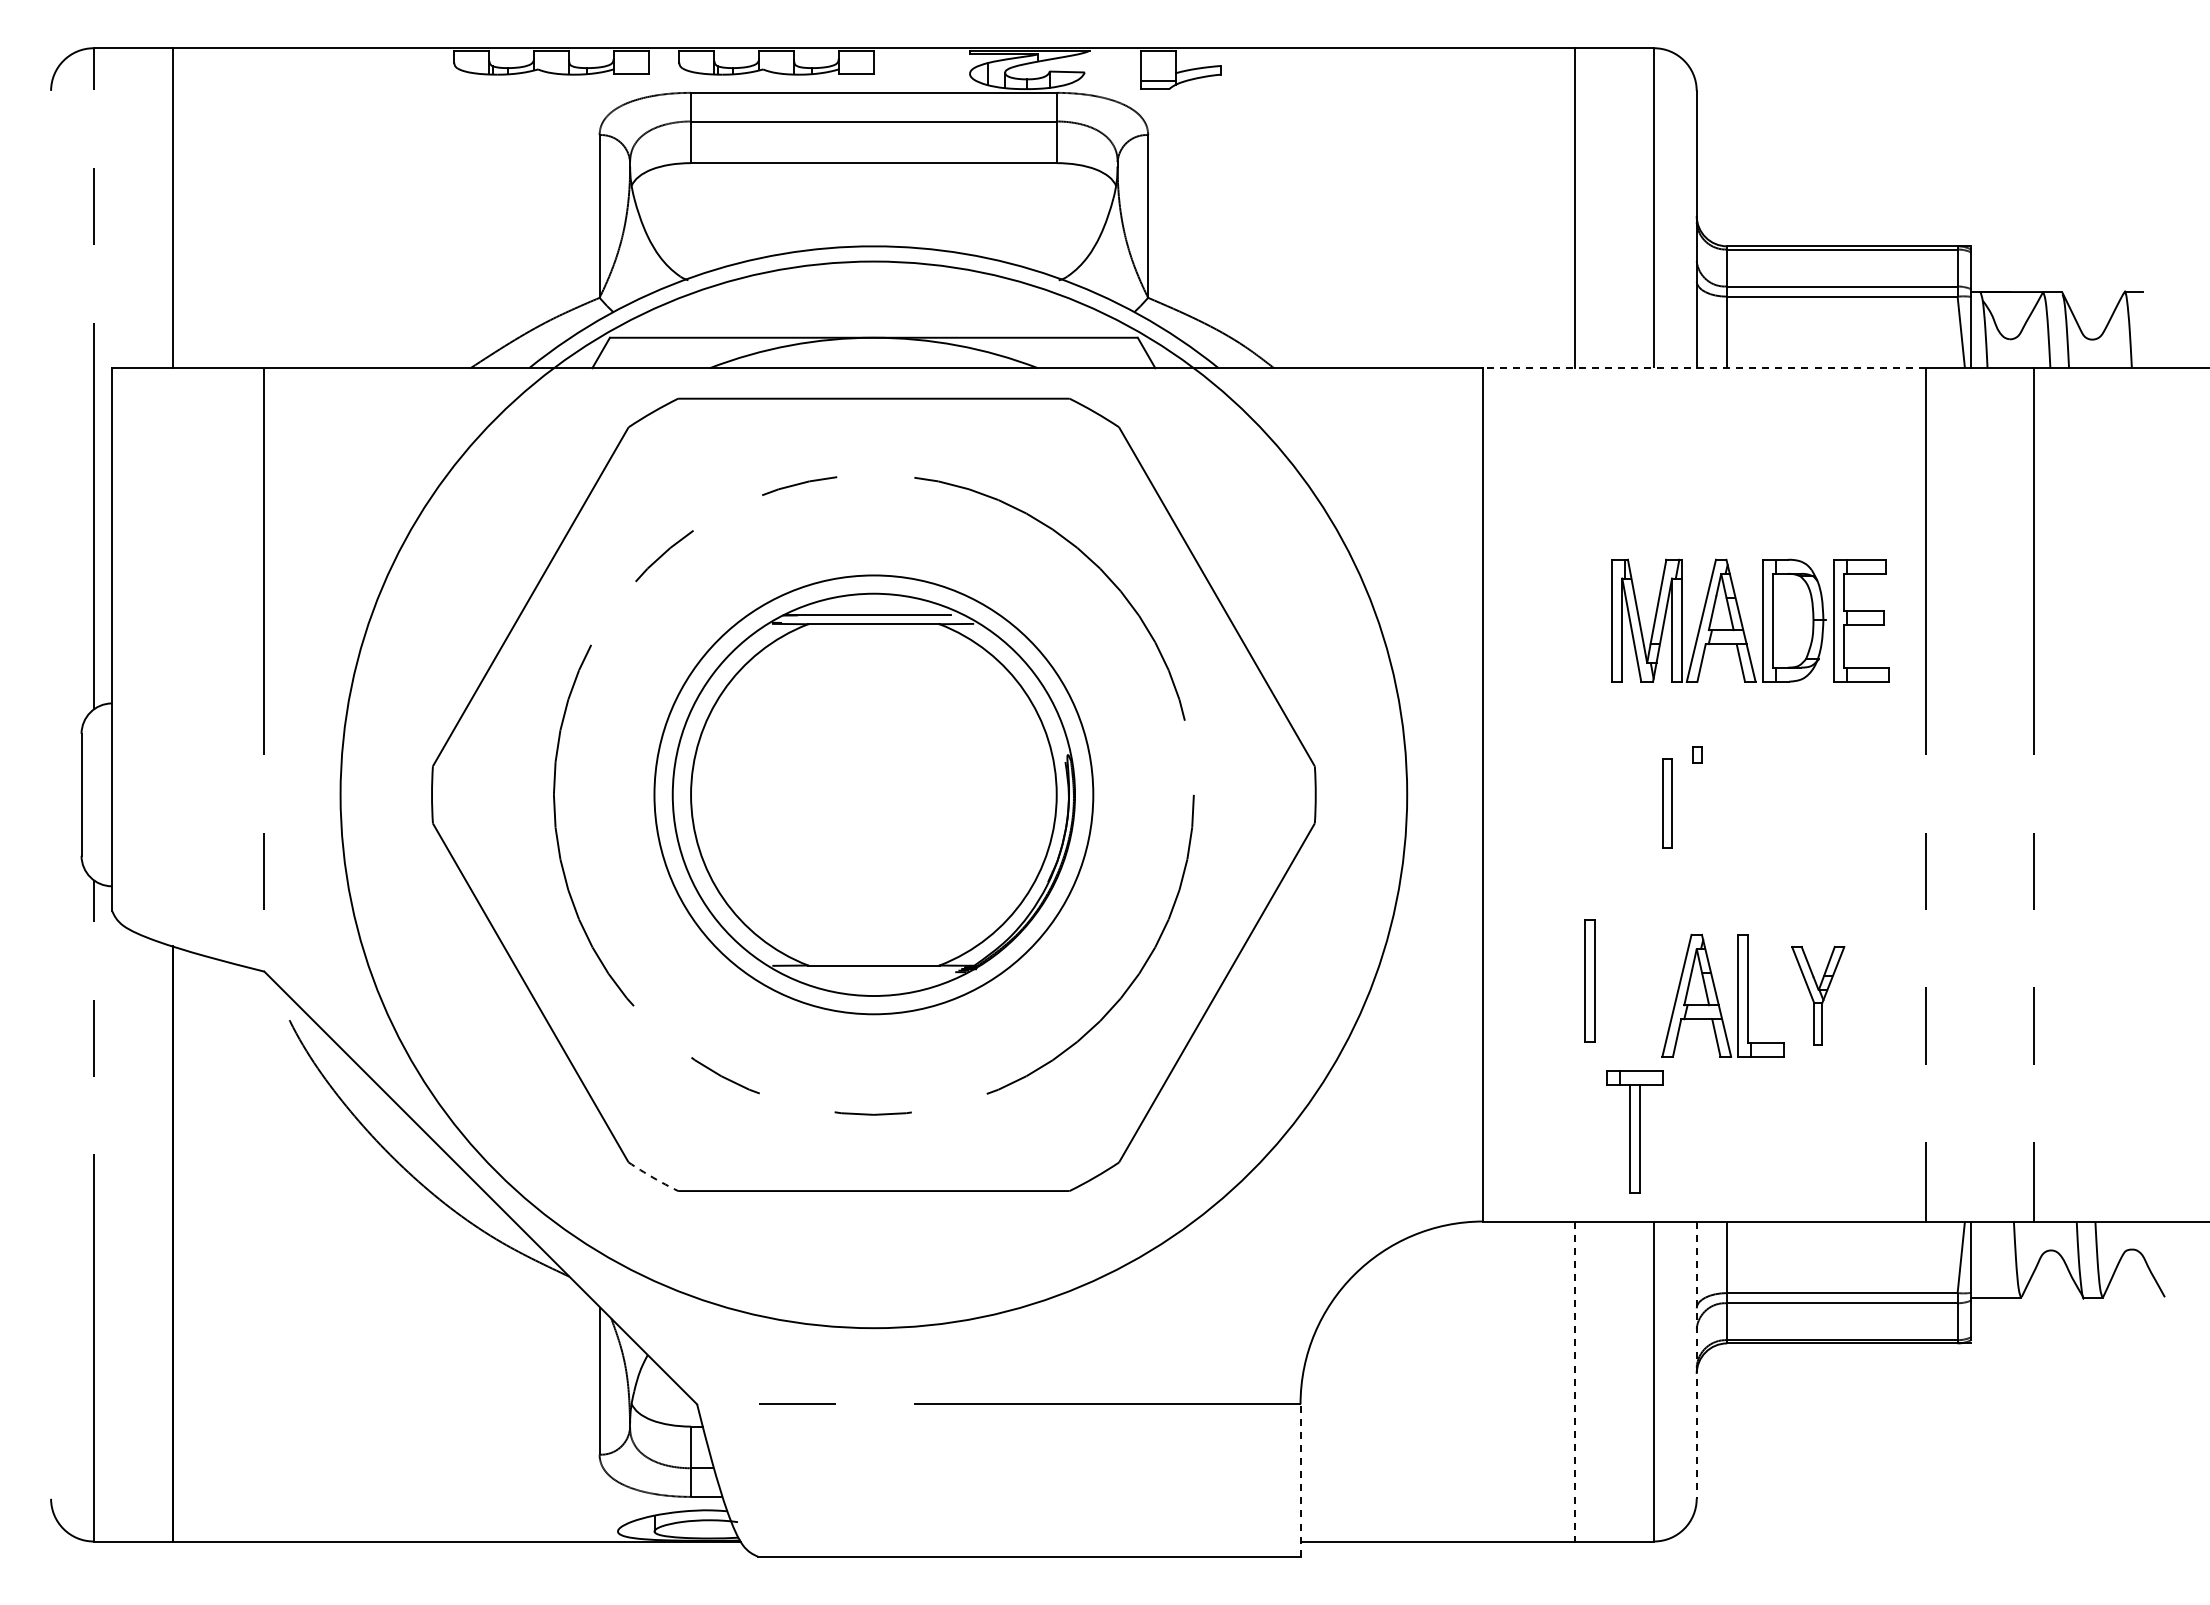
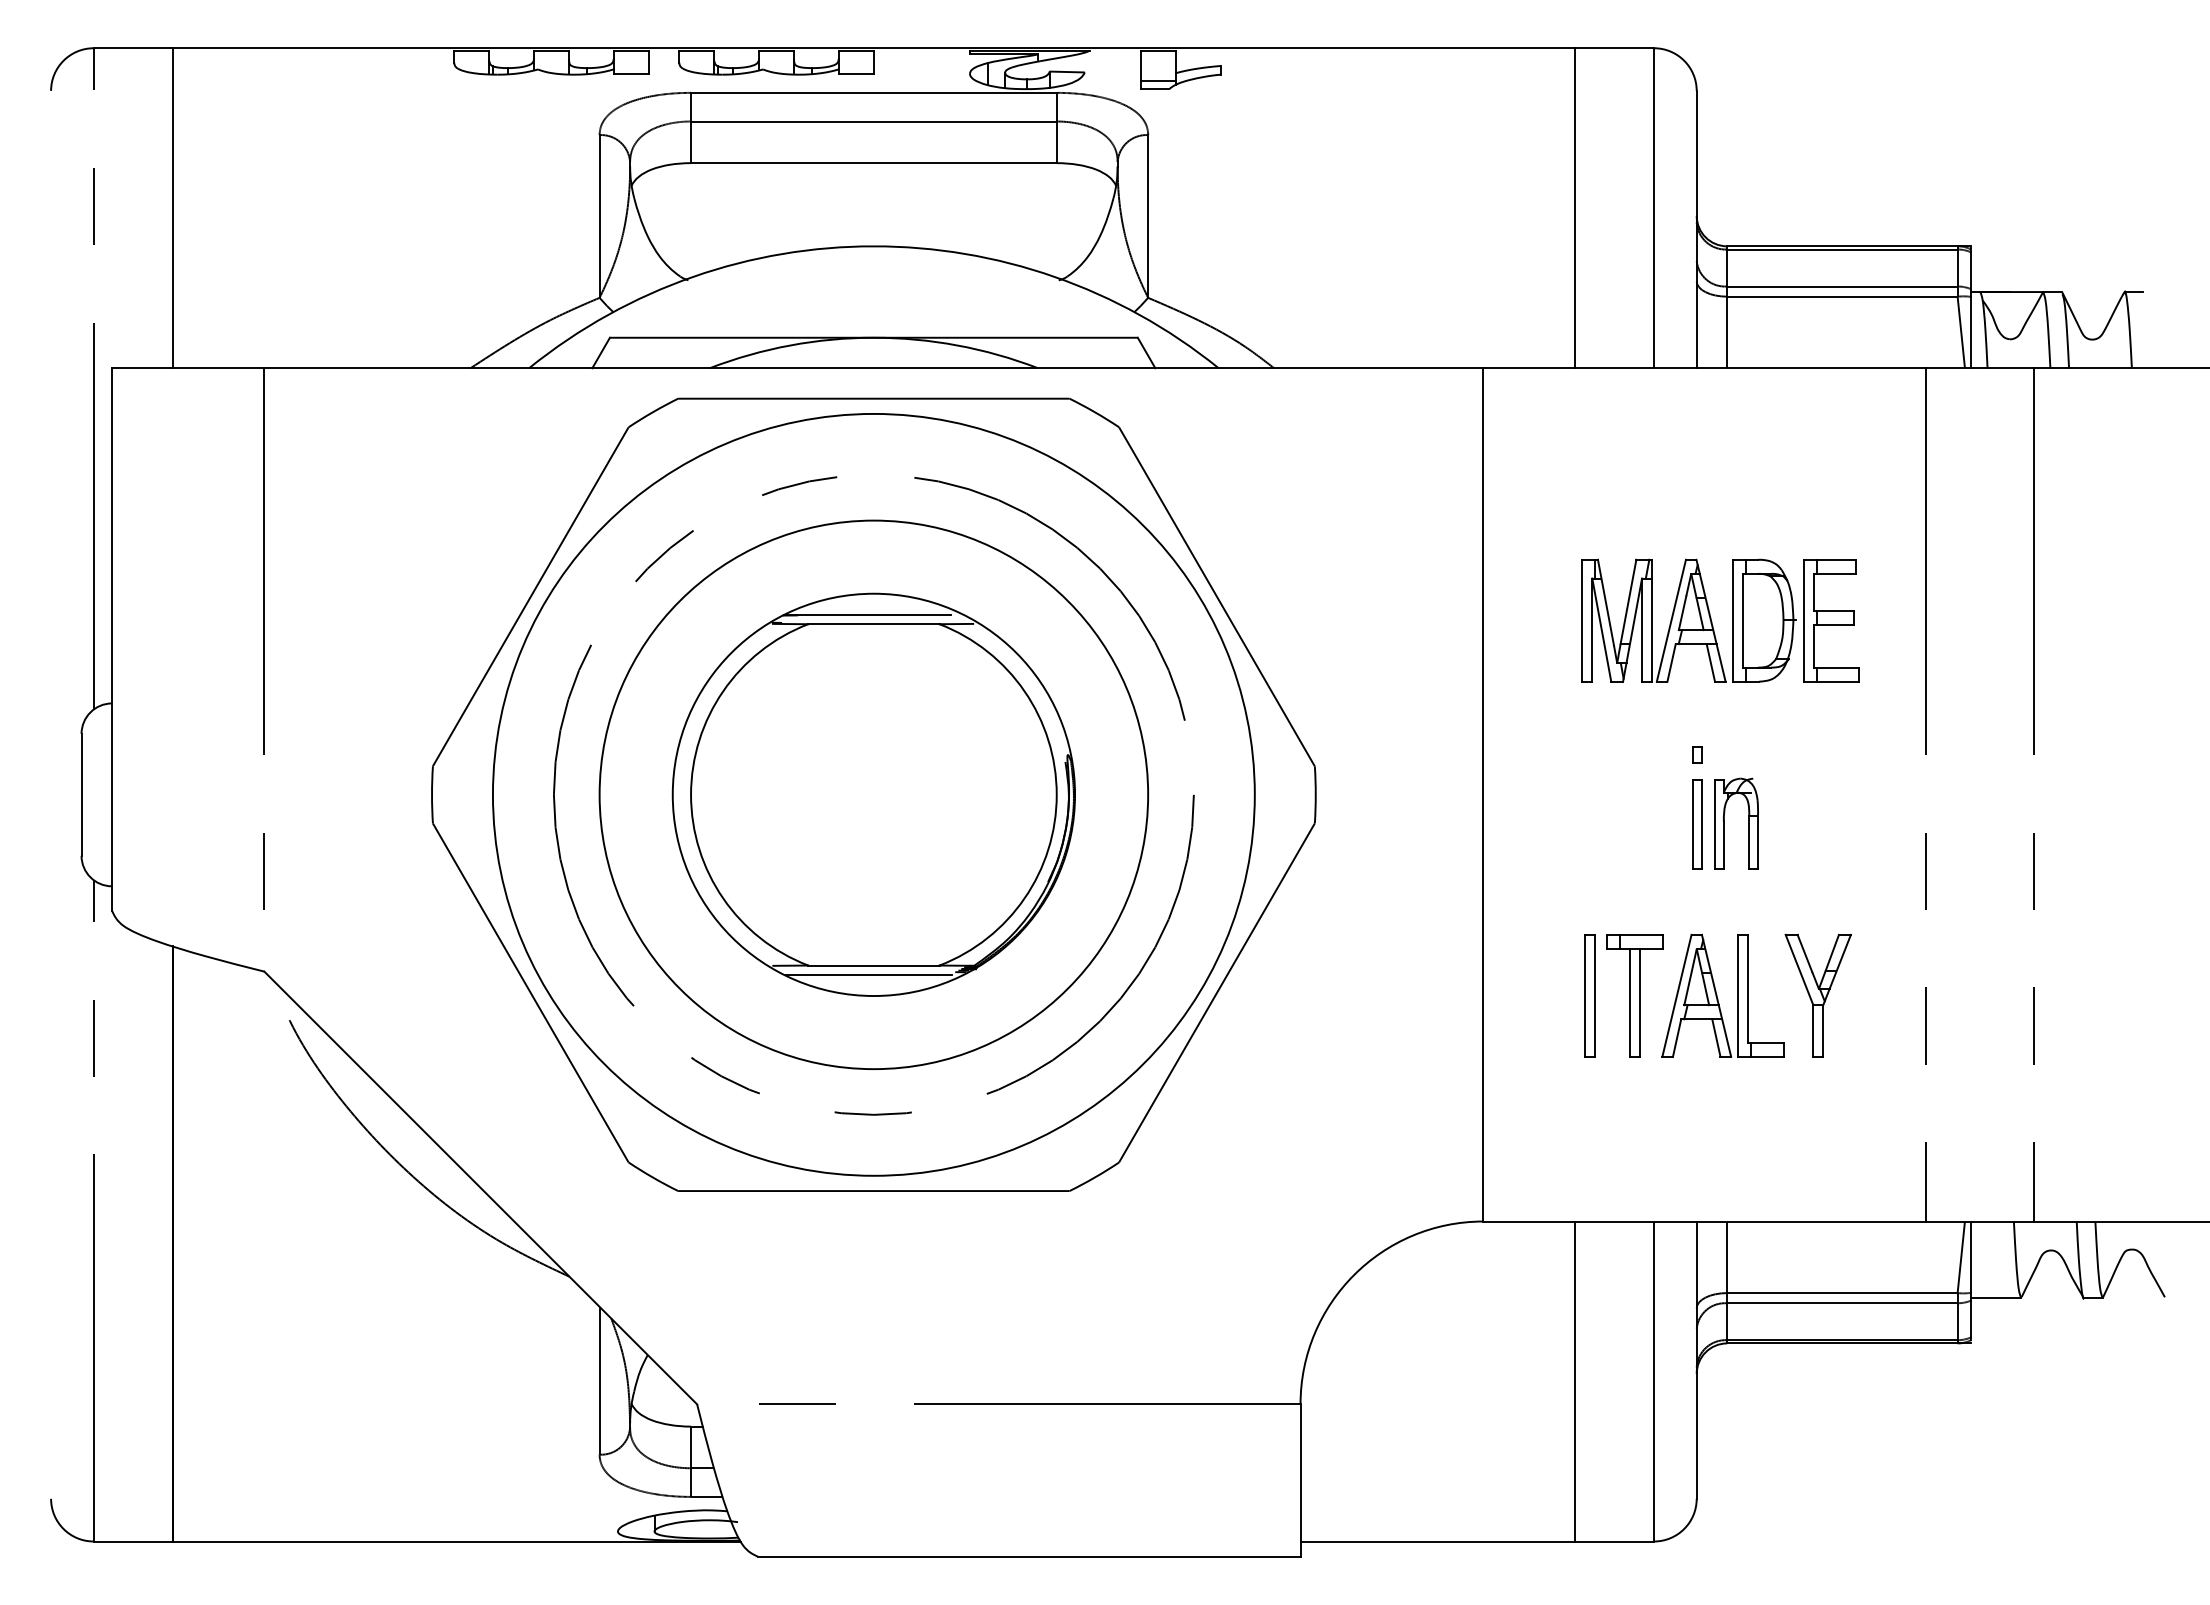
line at (1704, 368): dashed -> solid
part at (1742, 621) position: (1742, 621) -> (1712, 621)
circle at (873, 794) diameter: 1067 px -> 762 px
circle at (873, 794) diameter: 439 px -> 549 px
part at (1667, 803) position: (1667, 803) -> (1697, 824)
part at (1724, 823): none -> present
line at (868, 974): none -> present
part at (1589, 980) position: (1589, 980) -> (1589, 995)
part at (1818, 995) size: 55x100 px -> 68x125 px
part at (1634, 1131) position: (1634, 1131) -> (1634, 995)
arc at (652, 1177): dashed -> solid
line at (1696, 1360): dashed -> solid
line at (1574, 1381): dashed -> solid
line at (1300, 1480): dashed -> solid
